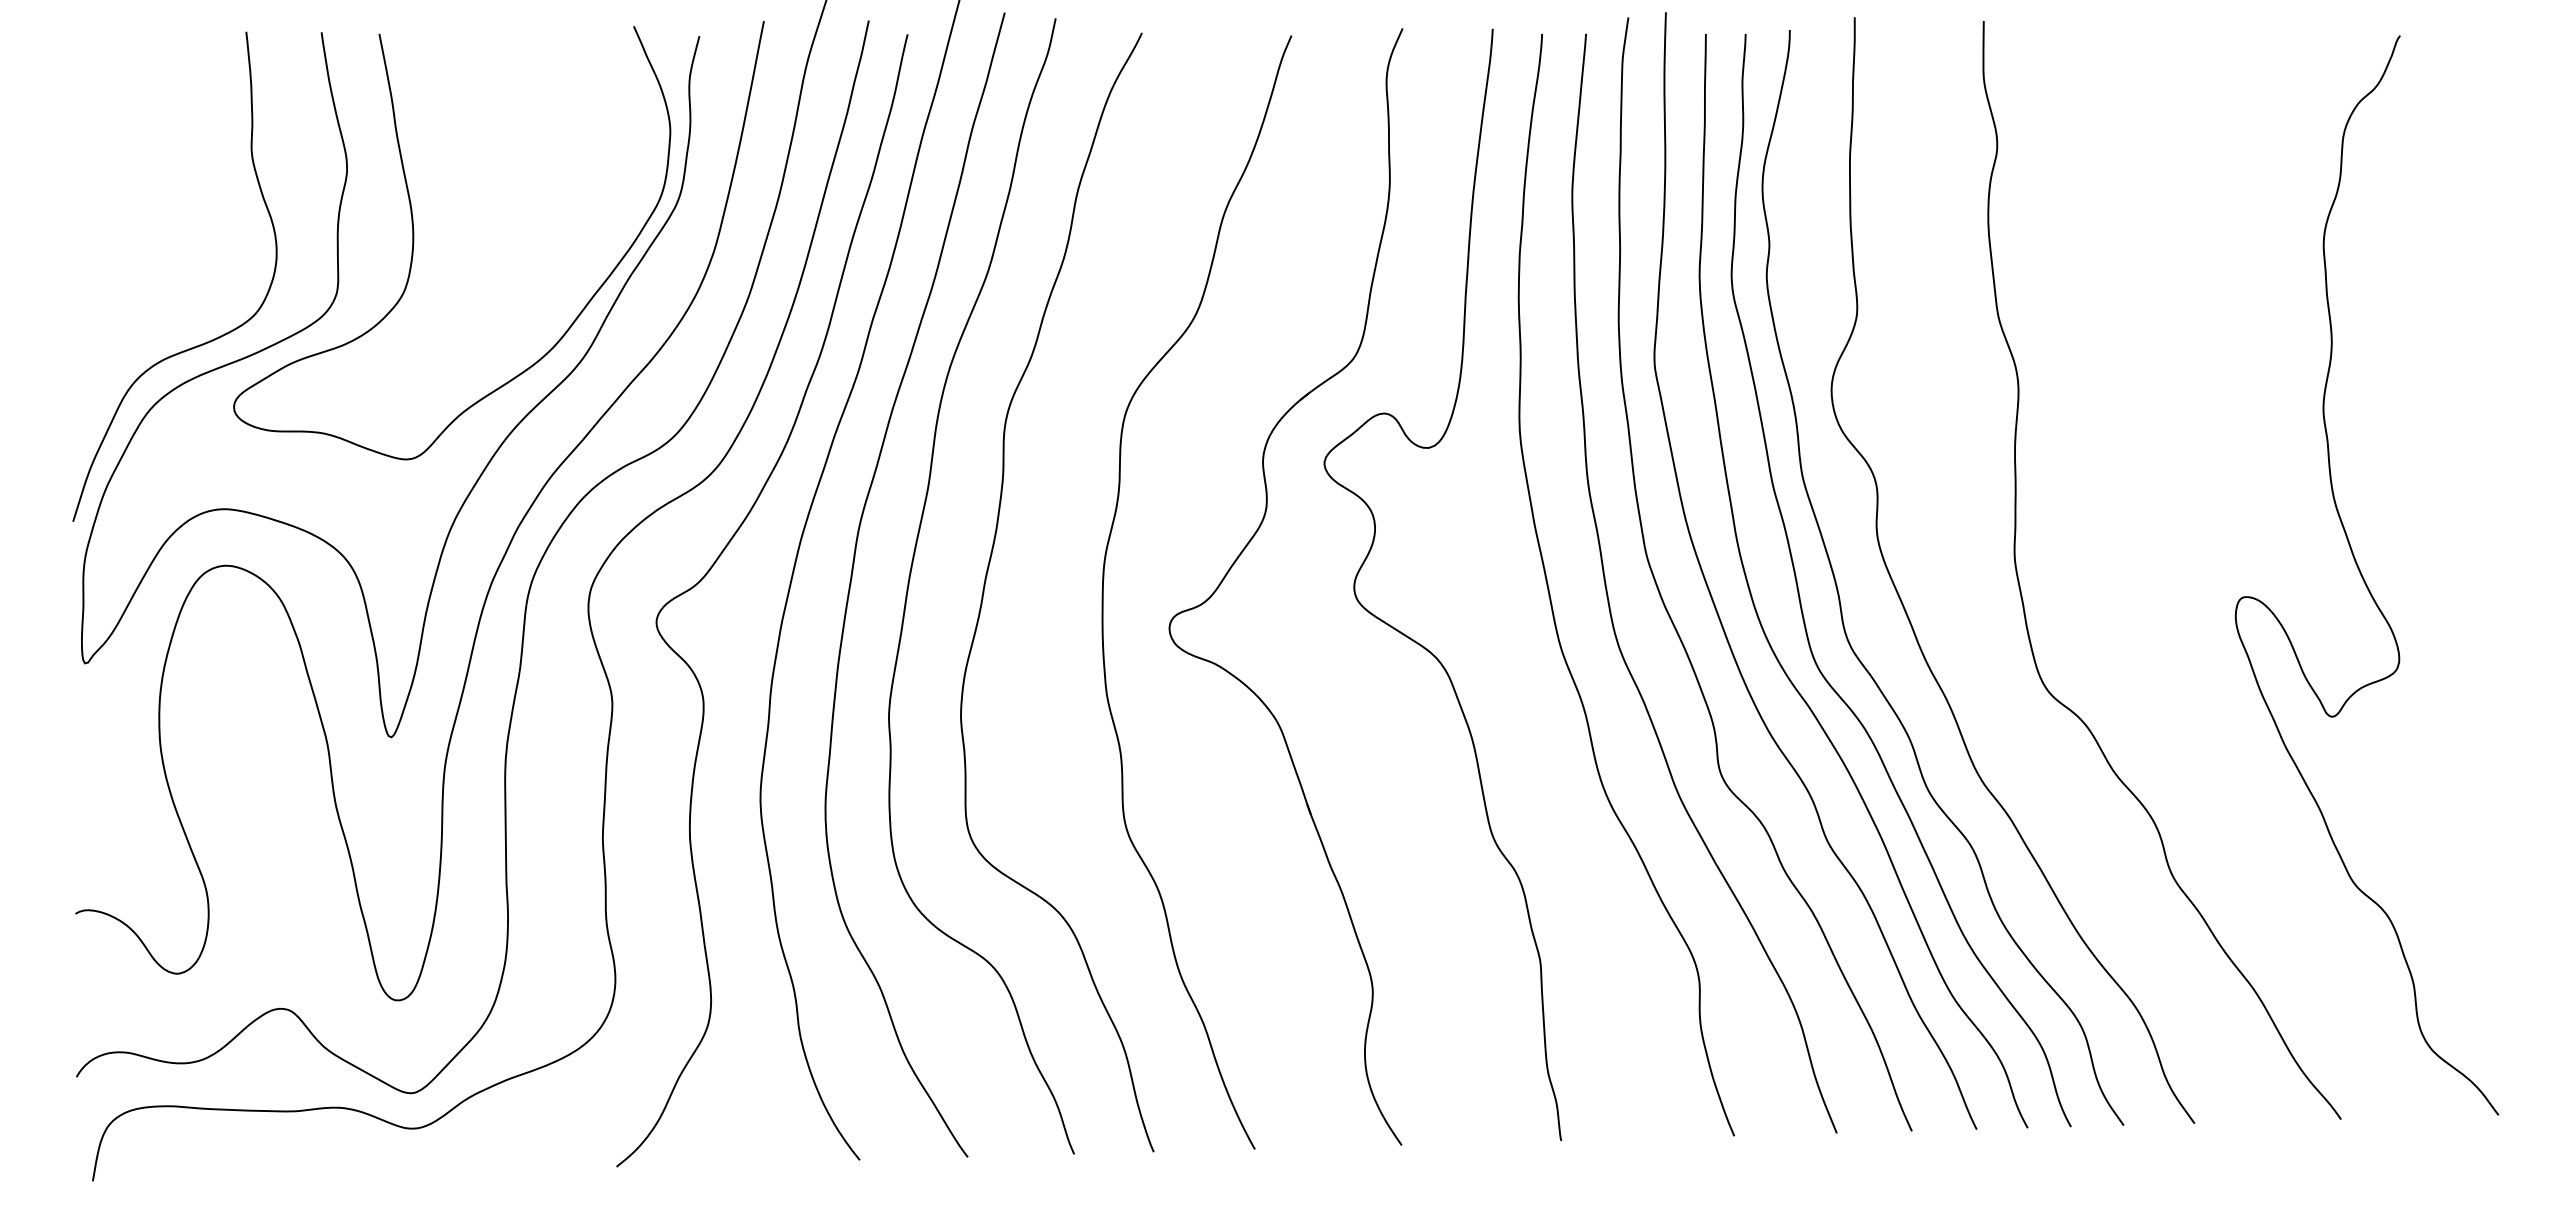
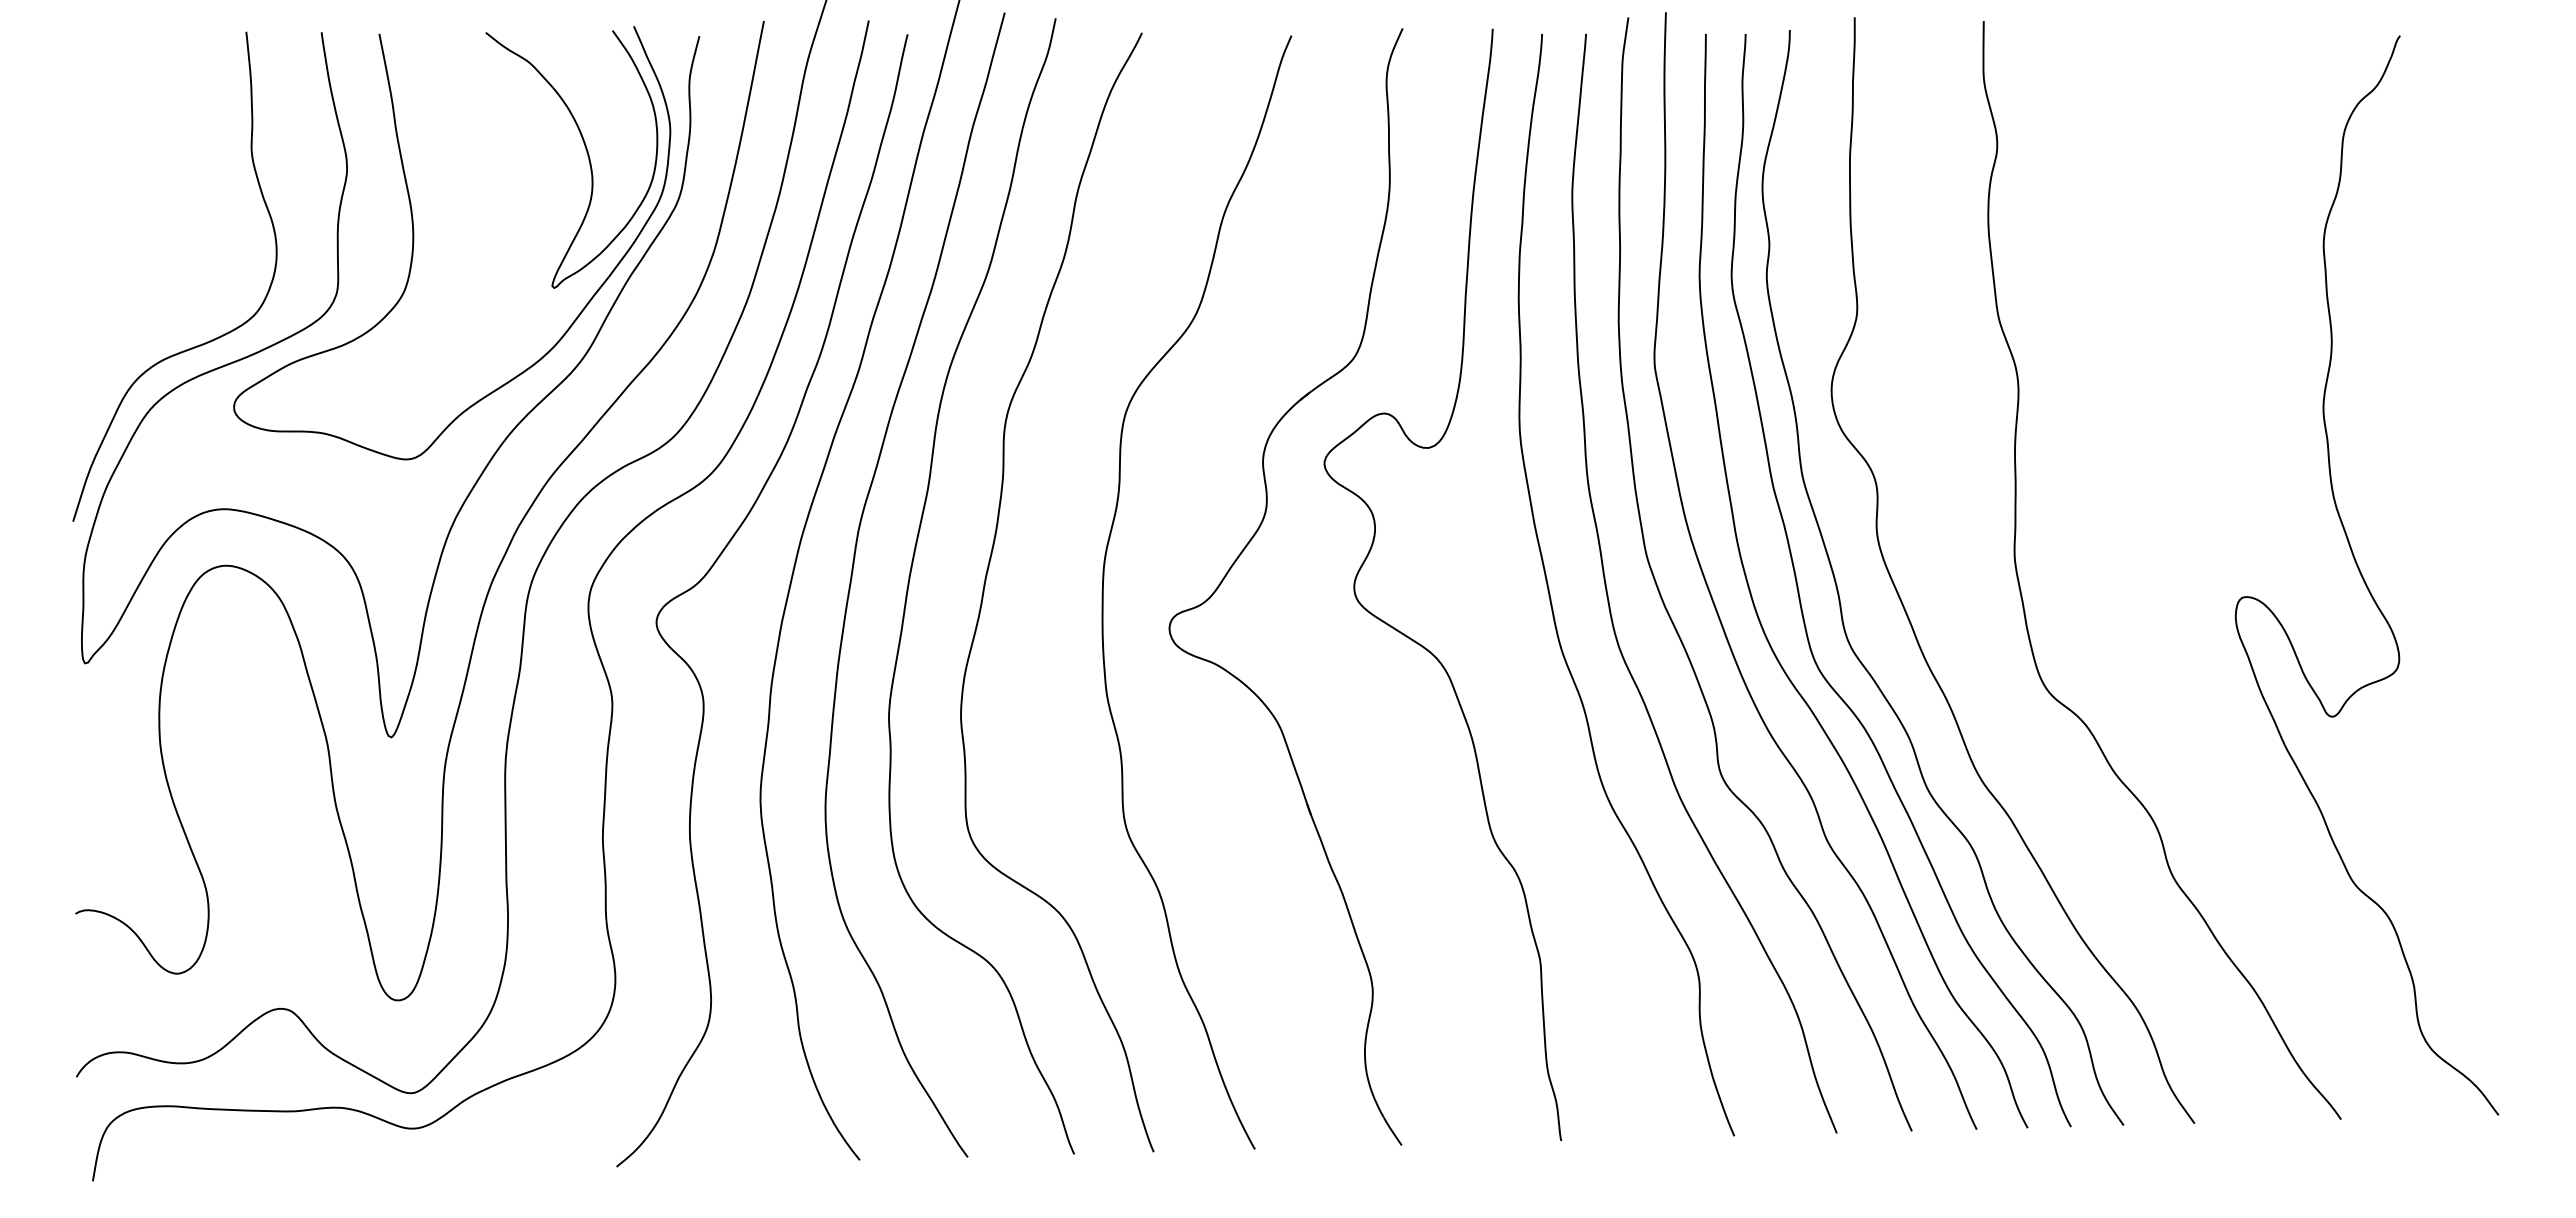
curve at (587, 156): none -> present
